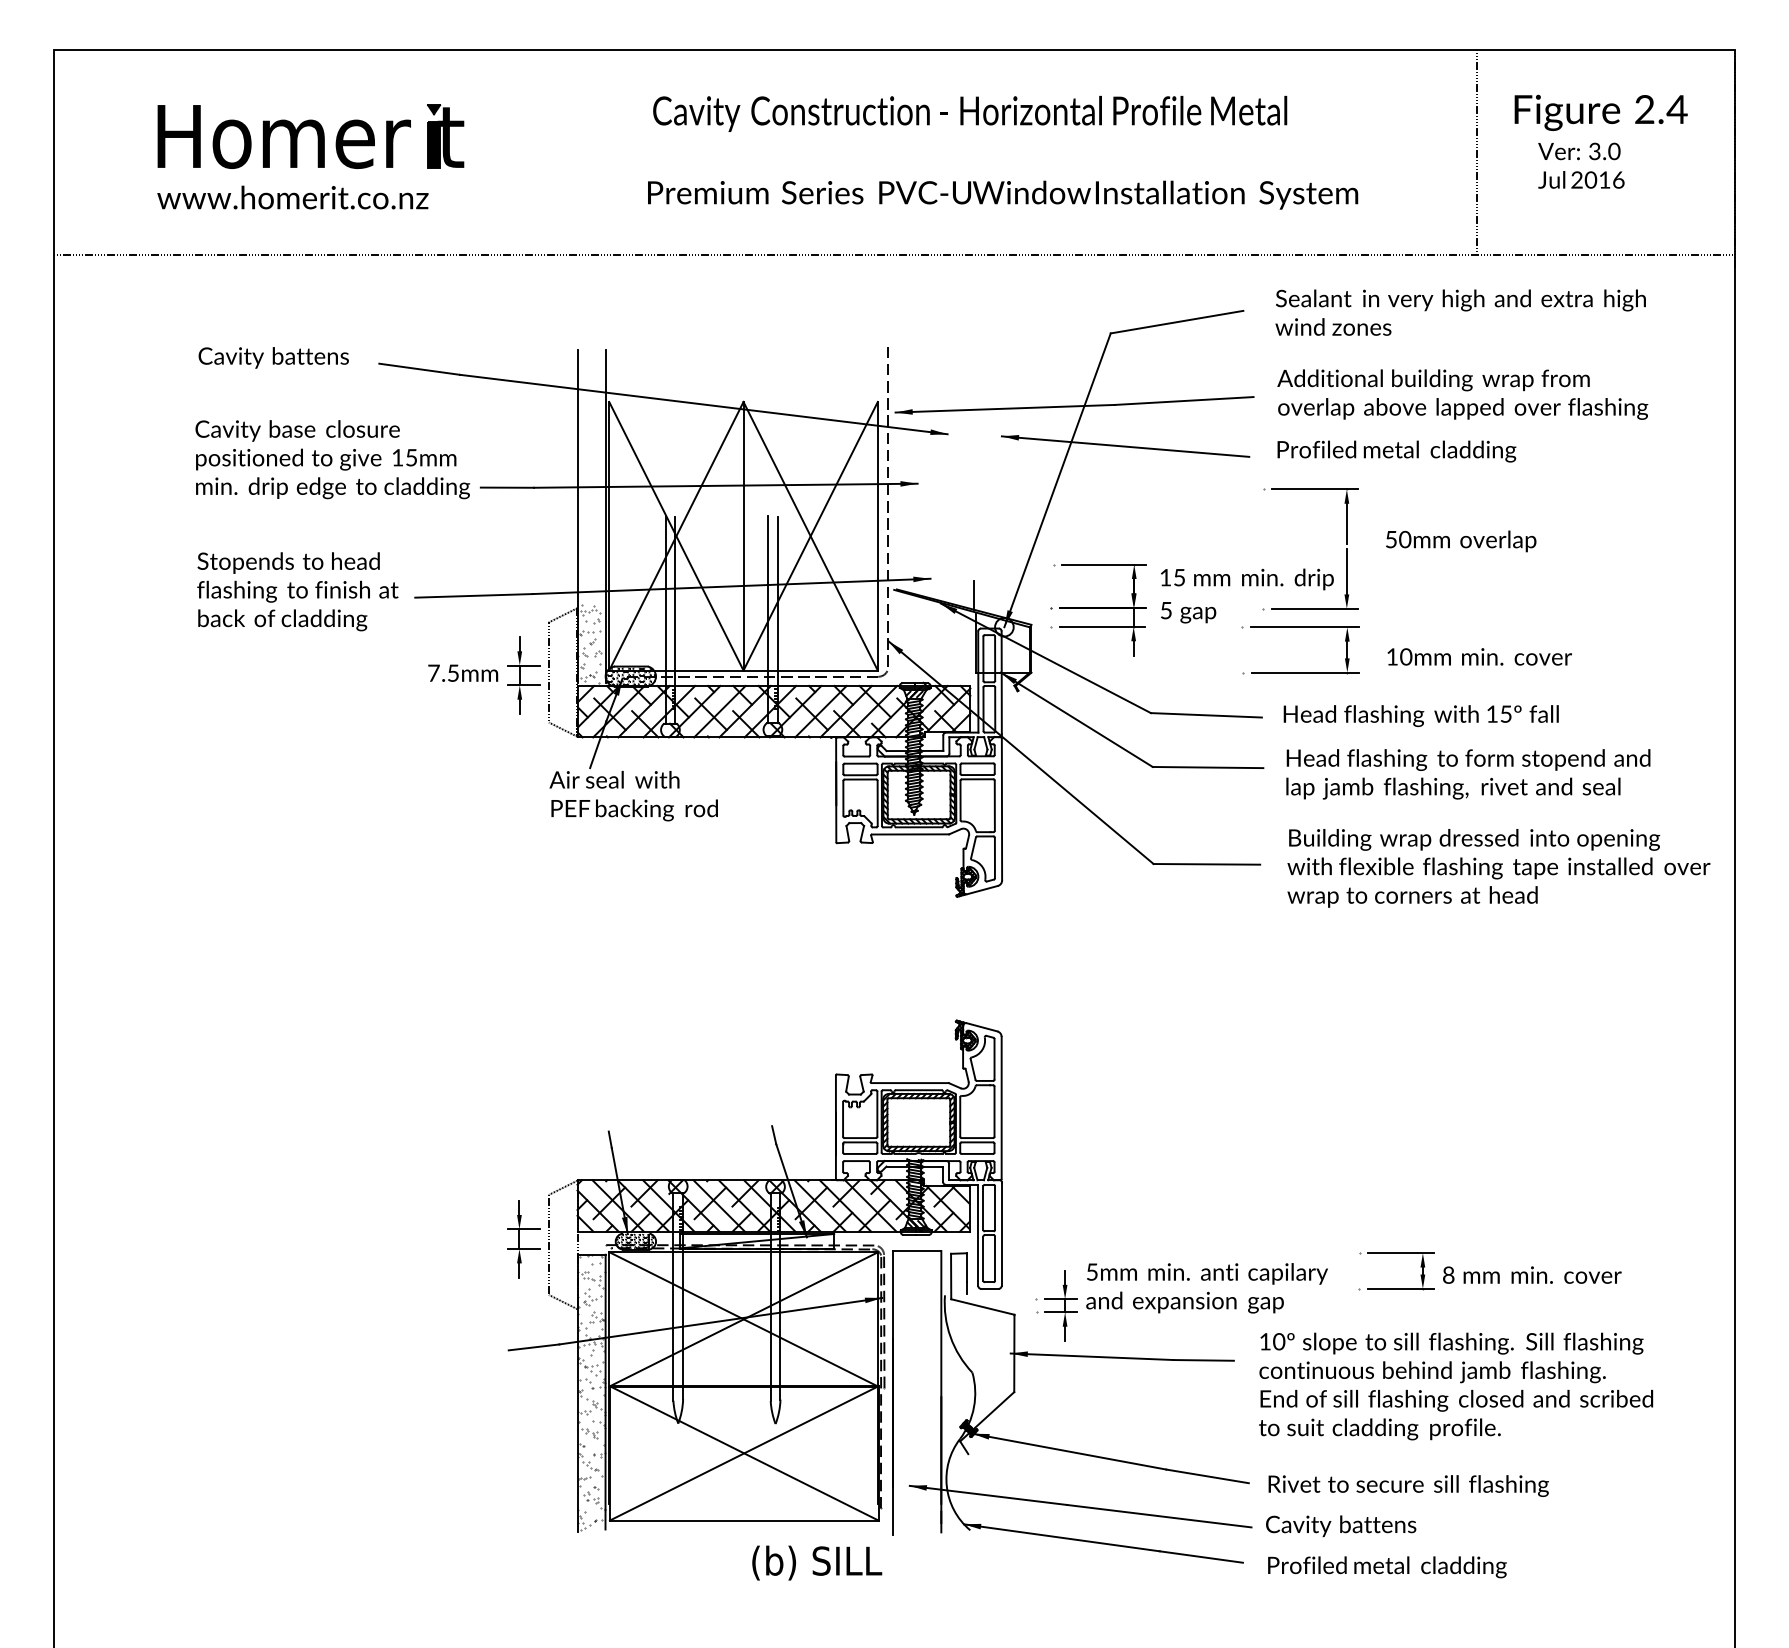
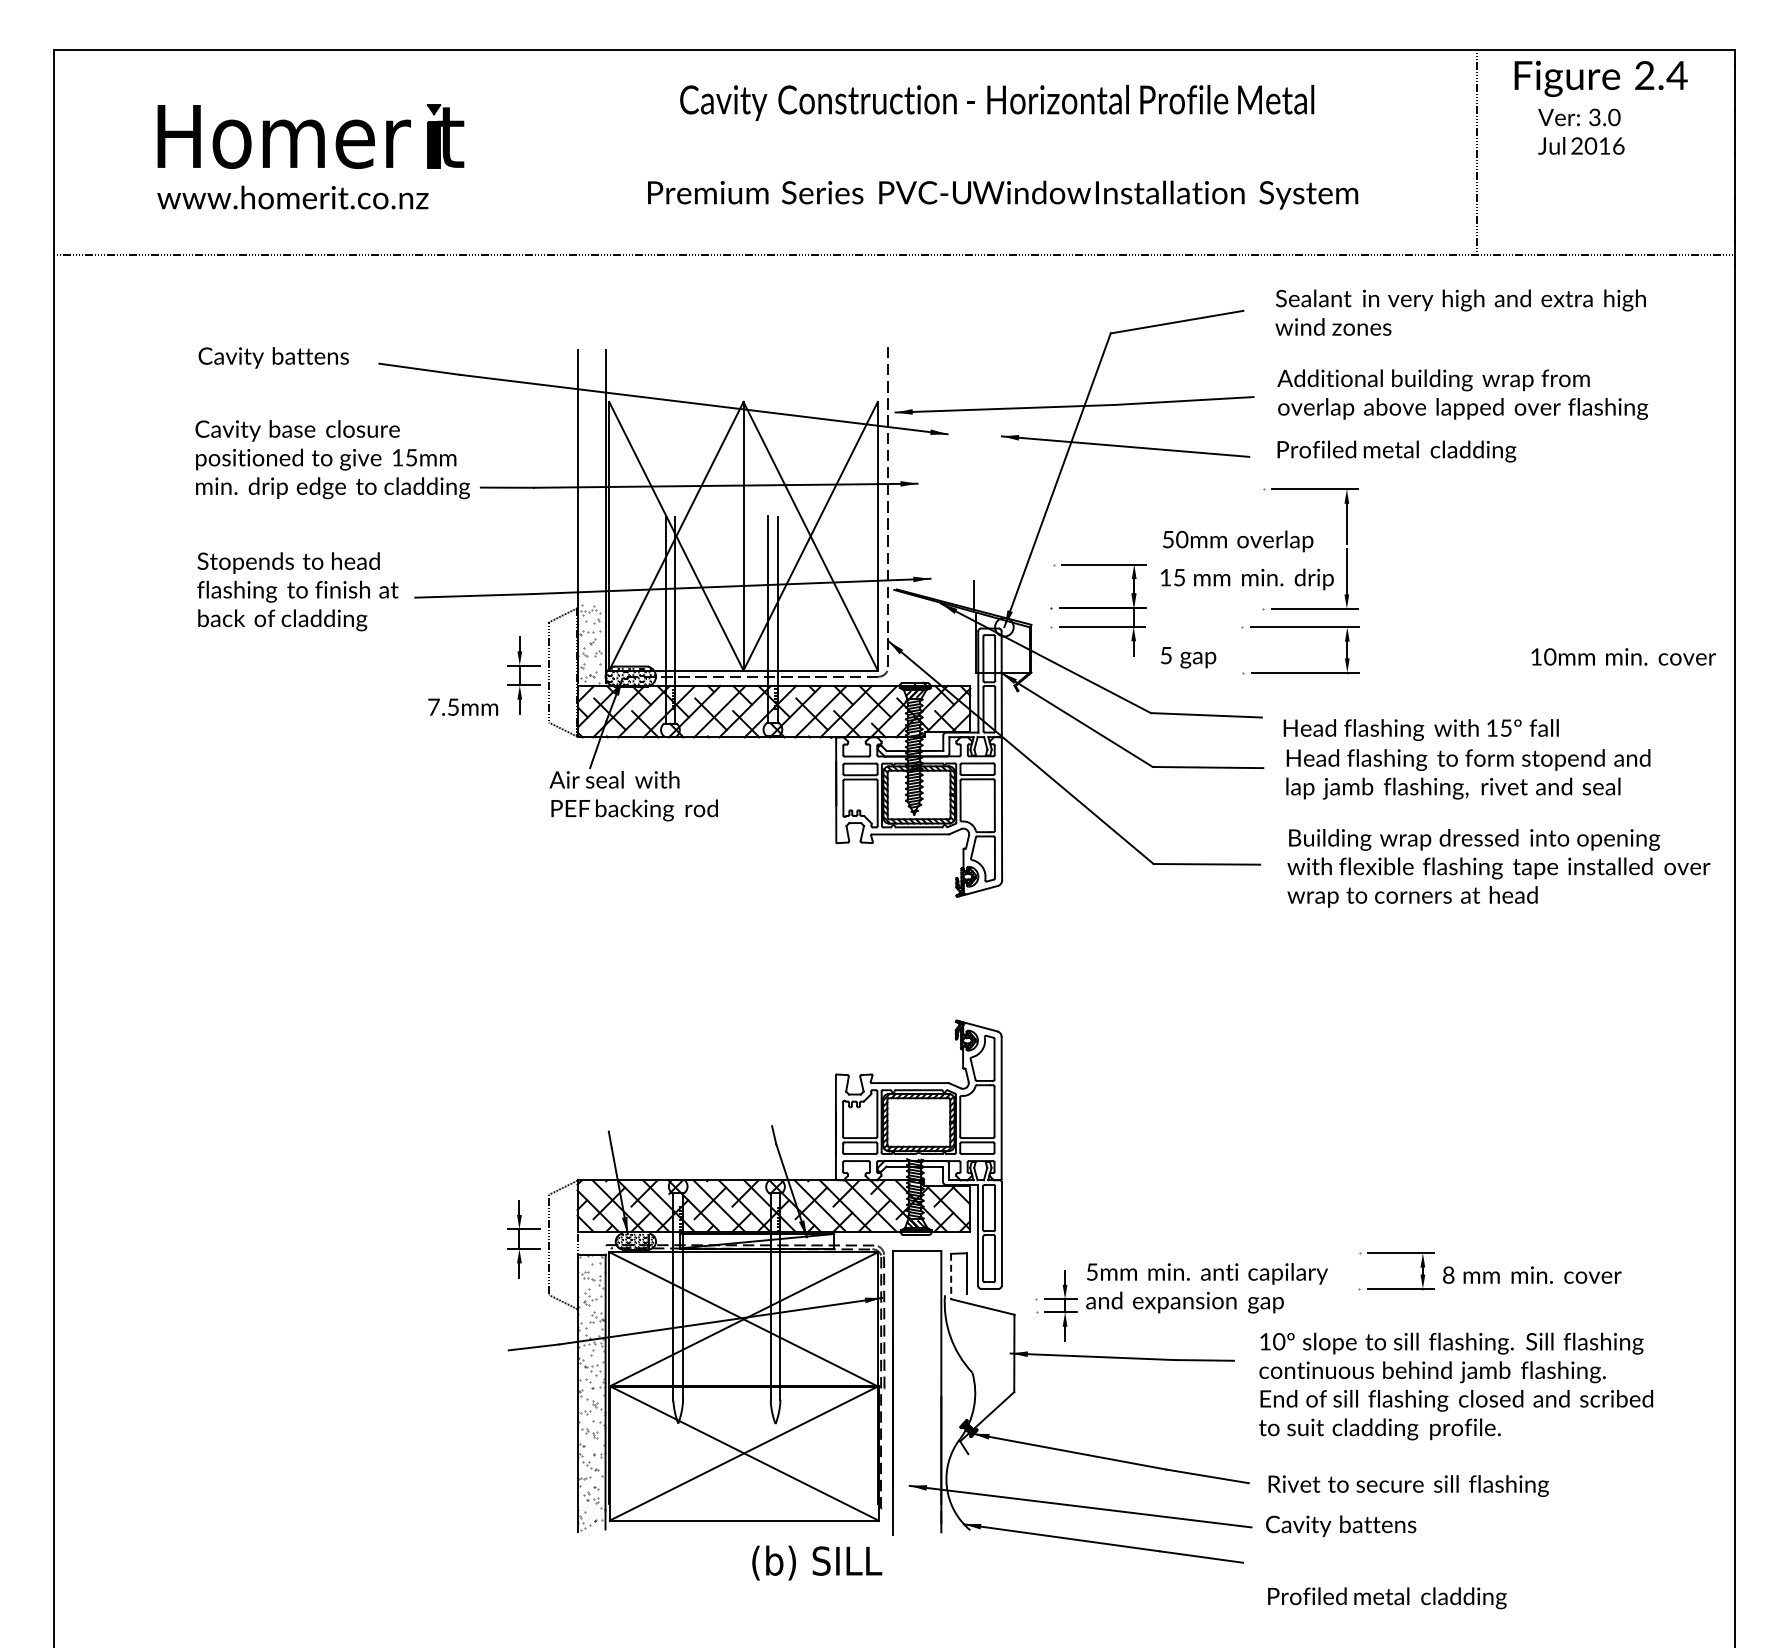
text at (970, 113) position: (970, 113) -> (997, 102)
text at (1600, 141) position: (1600, 141) -> (1600, 107)
text at (1461, 541) position: (1461, 541) -> (1238, 541)
text at (1188, 612) position: (1188, 612) -> (1188, 657)
text at (1479, 656) position: (1479, 656) -> (1623, 656)
text at (463, 672) position: (463, 672) -> (463, 706)
text at (1420, 715) position: (1420, 715) -> (1420, 729)
line at (951, 1276): solid -> dashed
text at (1387, 1567) position: (1387, 1567) -> (1387, 1598)
